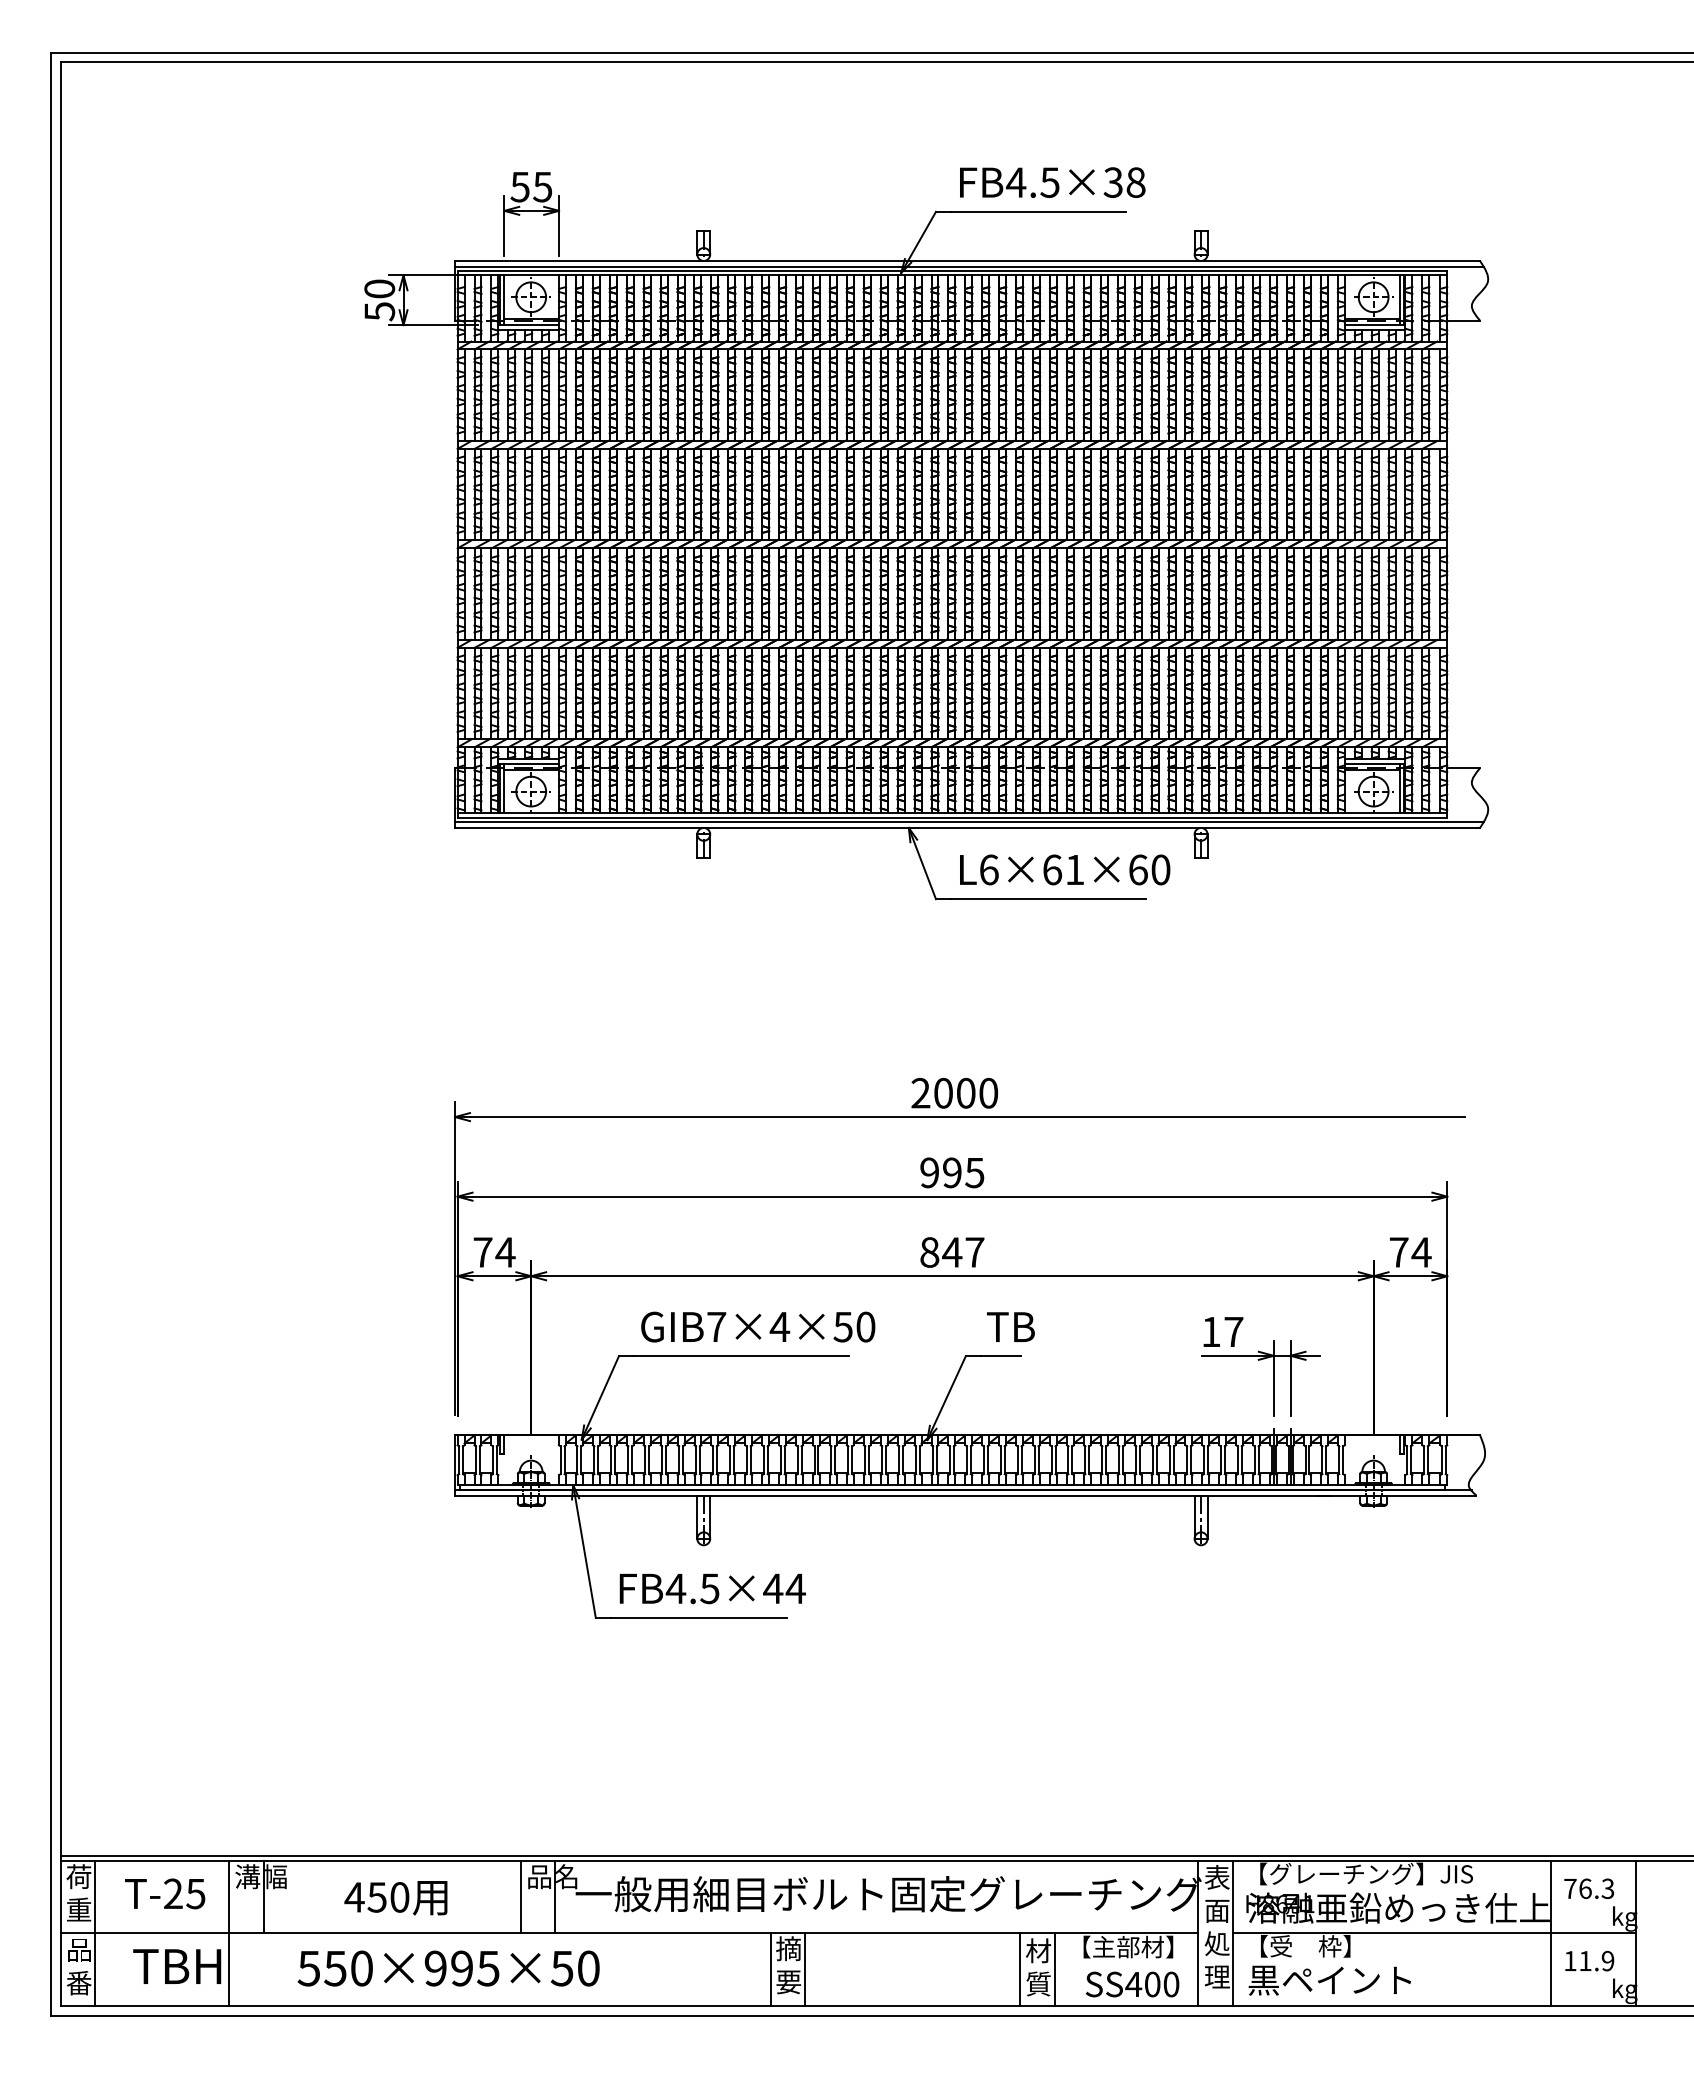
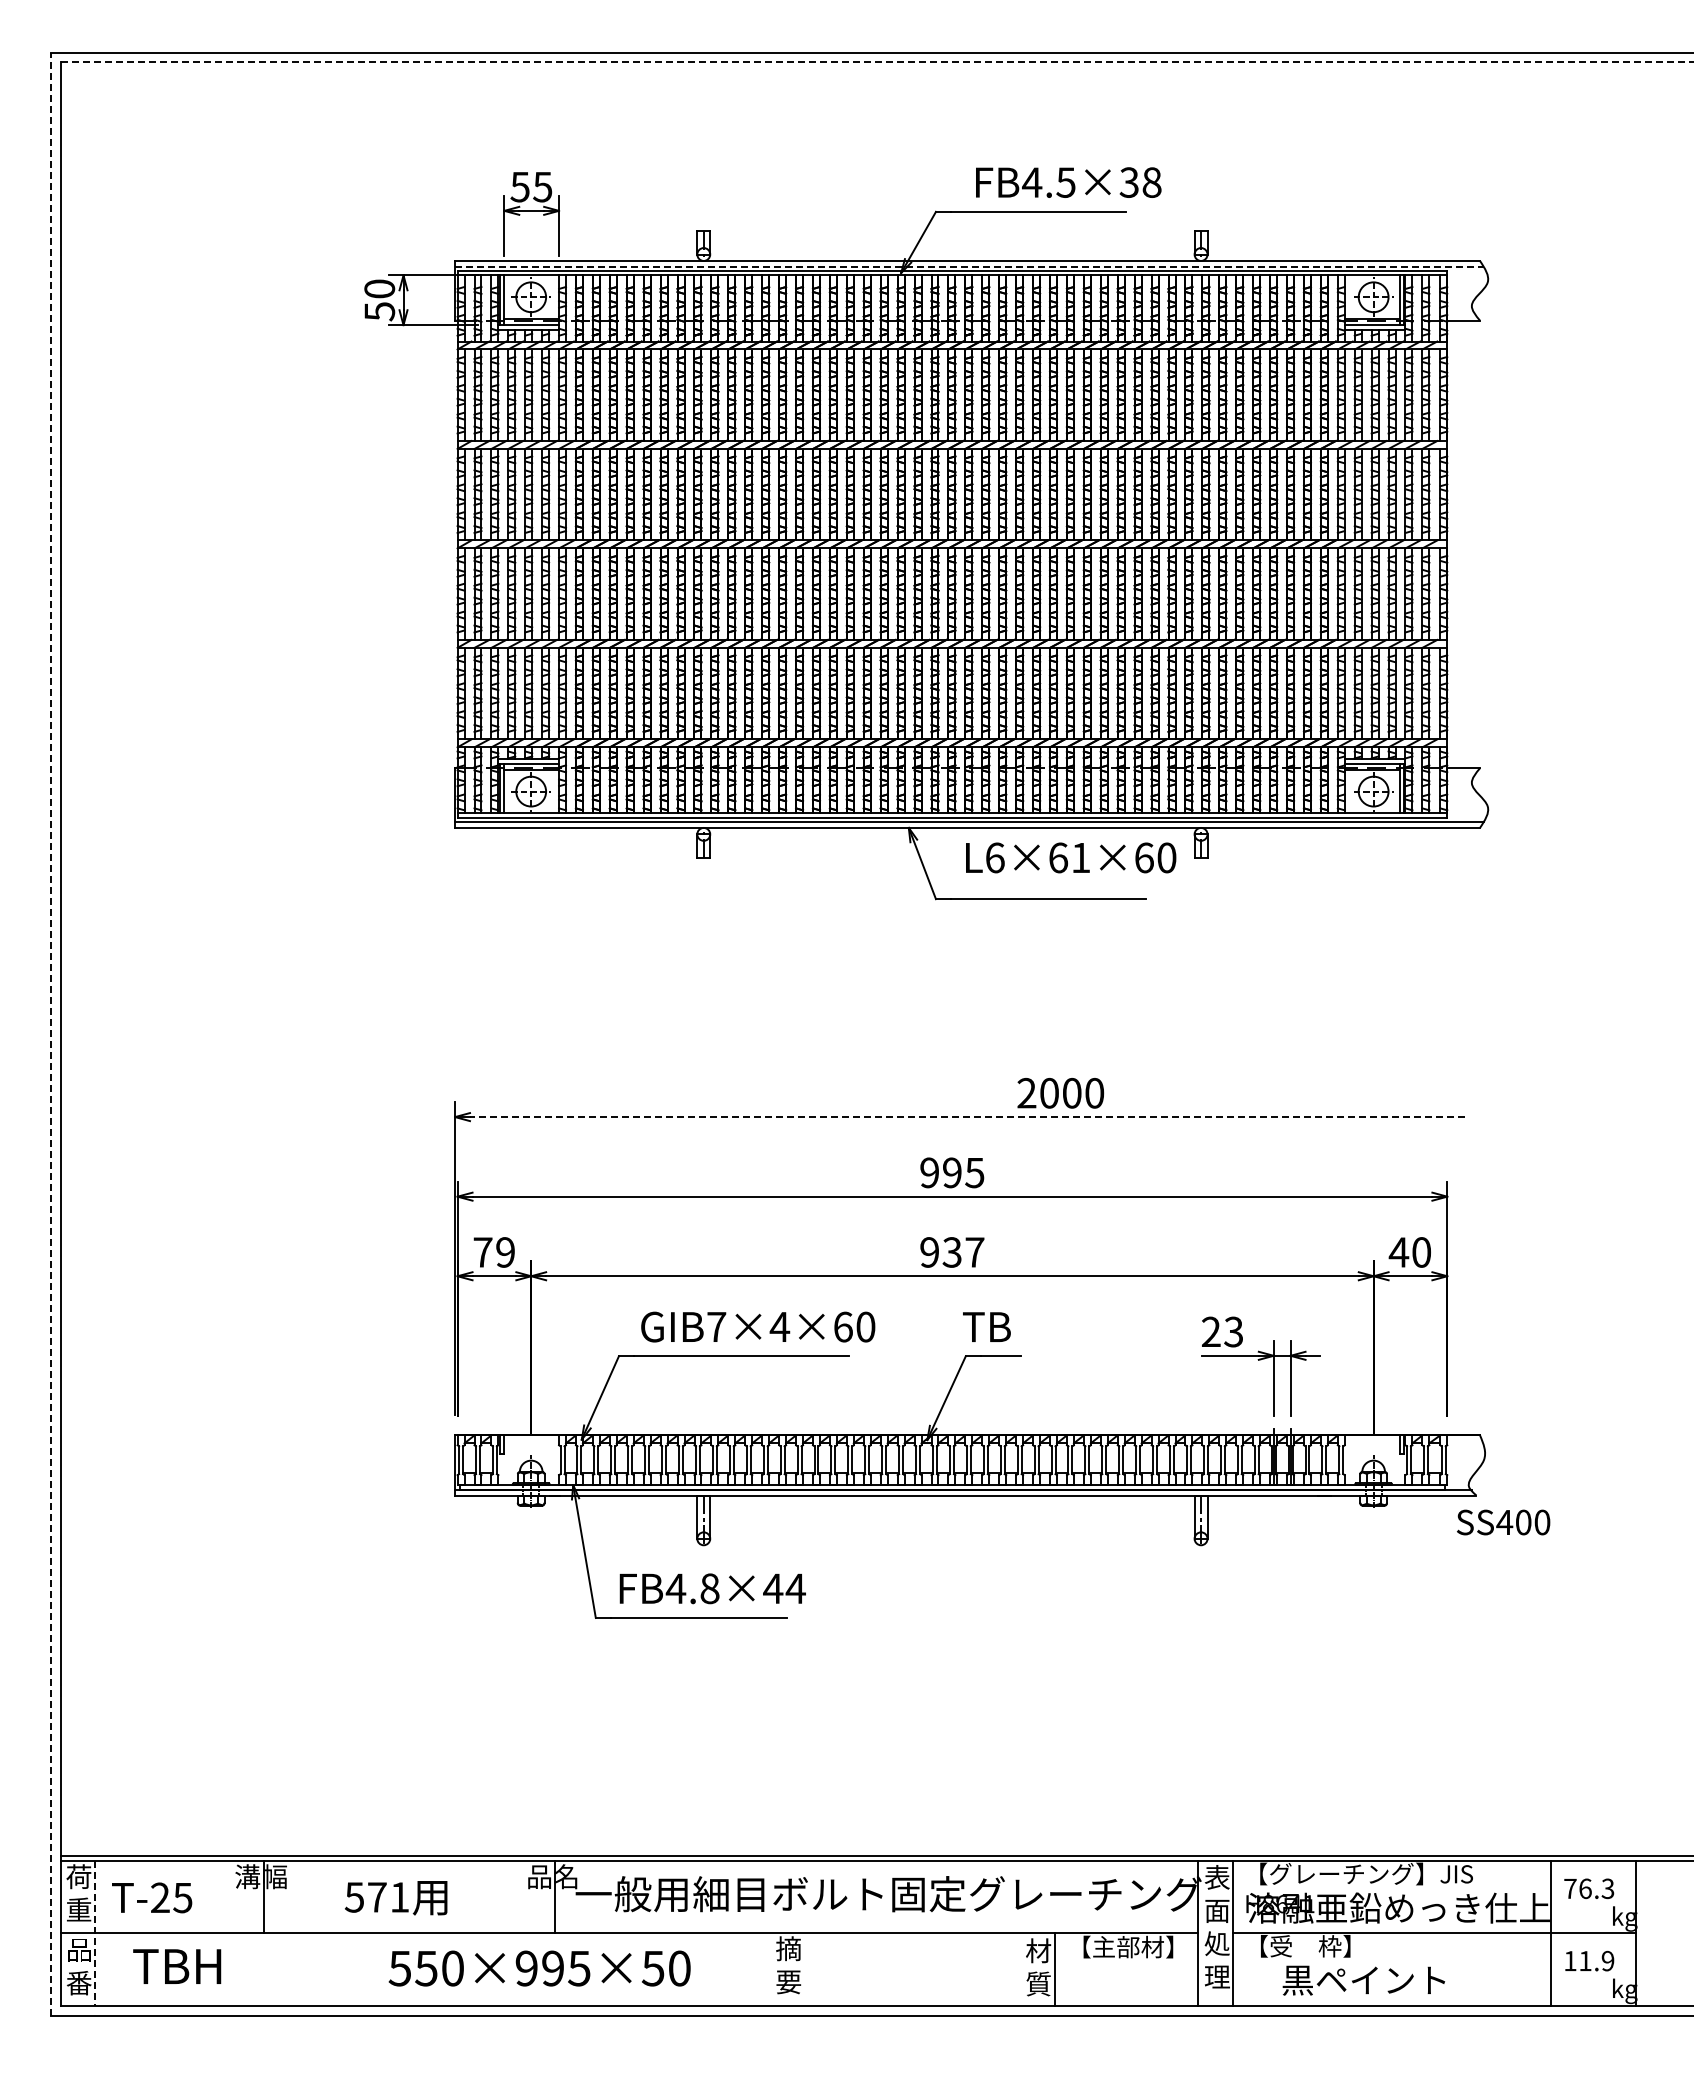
line at (877, 62): solid -> dashed
text at (1052, 182) position: (1052, 182) -> (1068, 182)
line at (969, 266): solid -> dashed
text at (1065, 869) position: (1065, 869) -> (1071, 857)
line at (50, 1033): solid -> dashed
text at (954, 1093) position: (954, 1093) -> (1060, 1093)
line at (967, 1117): solid -> dashed
text at (505, 1252): 74 -> 79
text at (941, 1252): 847 -> 937
text at (1409, 1252): 74 -> 40
text at (842, 1326): GIB7×4×50 -> GIB7×4×60
text at (1010, 1326) position: (1010, 1326) -> (986, 1326)
text at (1222, 1331): 17 -> 23
text at (709, 1588): FB4.5×44 -> FB4.8×44
text at (165, 1893) position: (165, 1893) -> (152, 1897)
text at (376, 1897): 450 -> 571
line at (520, 1897): present -> none
line at (95, 1933): solid -> dashed
line at (228, 1933): present -> none
text at (448, 1968) position: (448, 1968) -> (539, 1968)
line at (770, 1969): present -> none
line at (805, 1969): present -> none
line at (1020, 1969): present -> none
text at (1329, 1980) position: (1329, 1980) -> (1363, 1980)
text at (1132, 1984) position: (1132, 1984) -> (1503, 1522)
